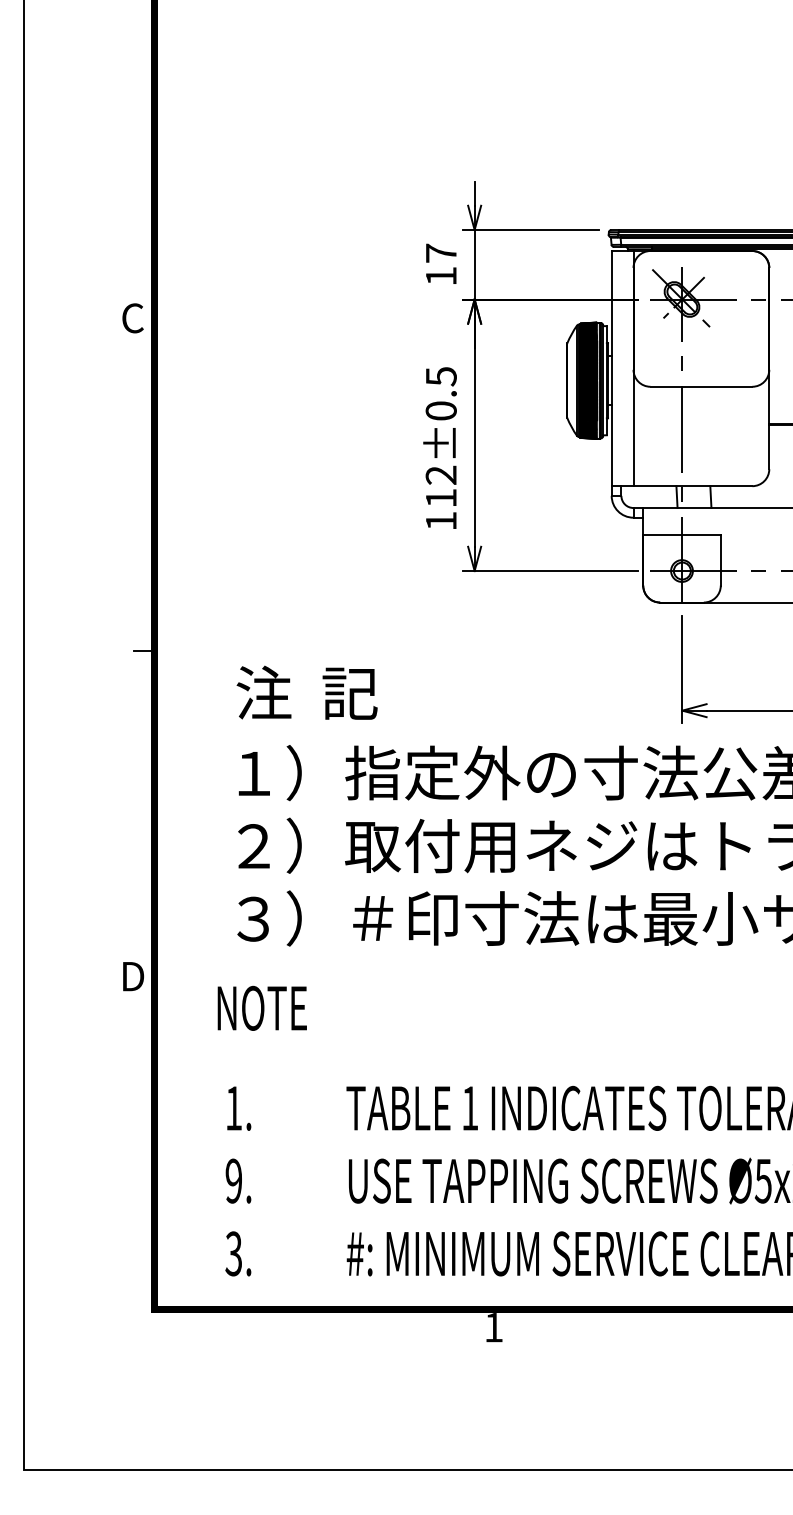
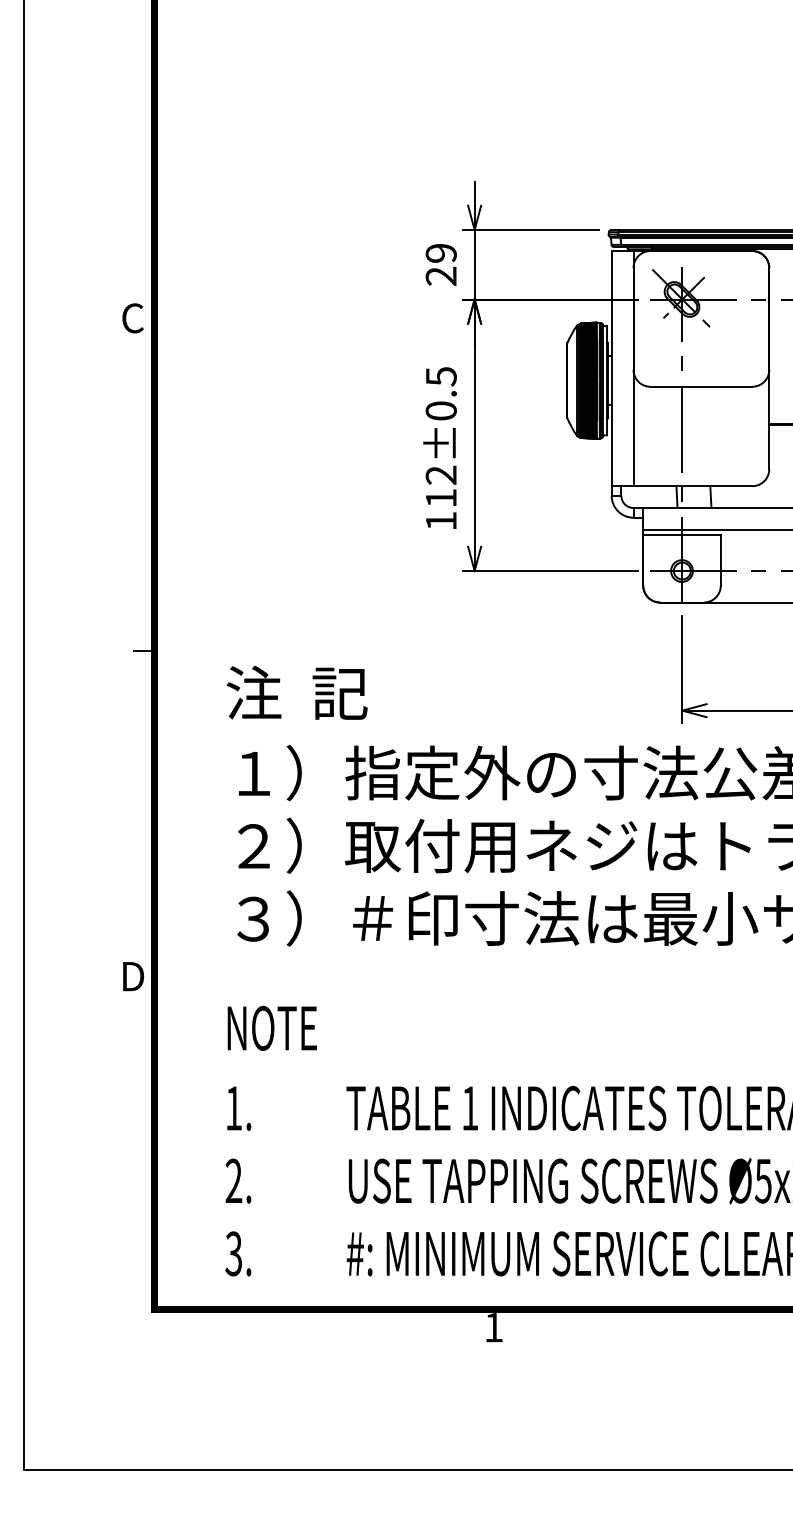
text at (440, 264): 17 -> 29
line at (716, 529): none -> present
text at (306, 692) position: (306, 692) -> (296, 692)
text at (261, 1007) position: (261, 1007) -> (271, 1027)
text at (233, 1181): 9. -> 2.
